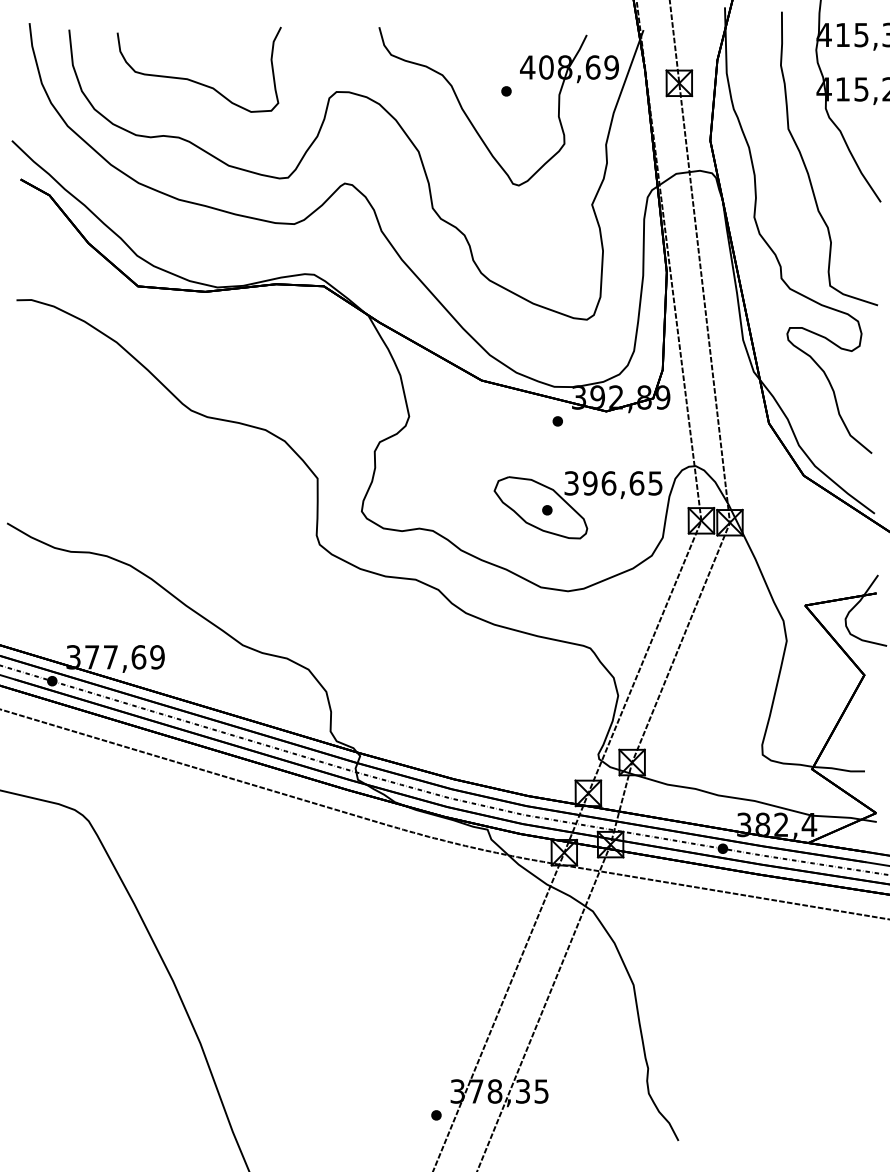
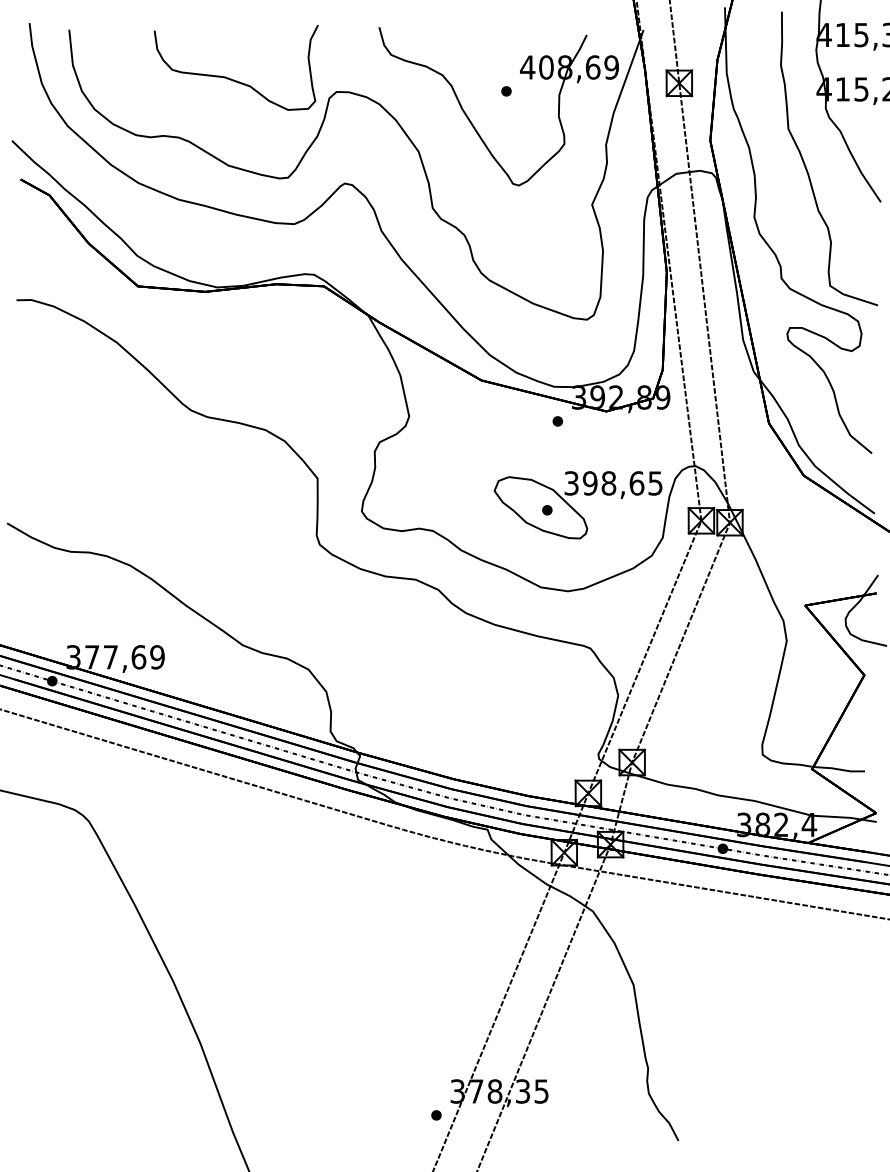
curve at (194, 80) position: (194, 80) -> (231, 78)
text at (608, 483): 396,65 -> 398,65
